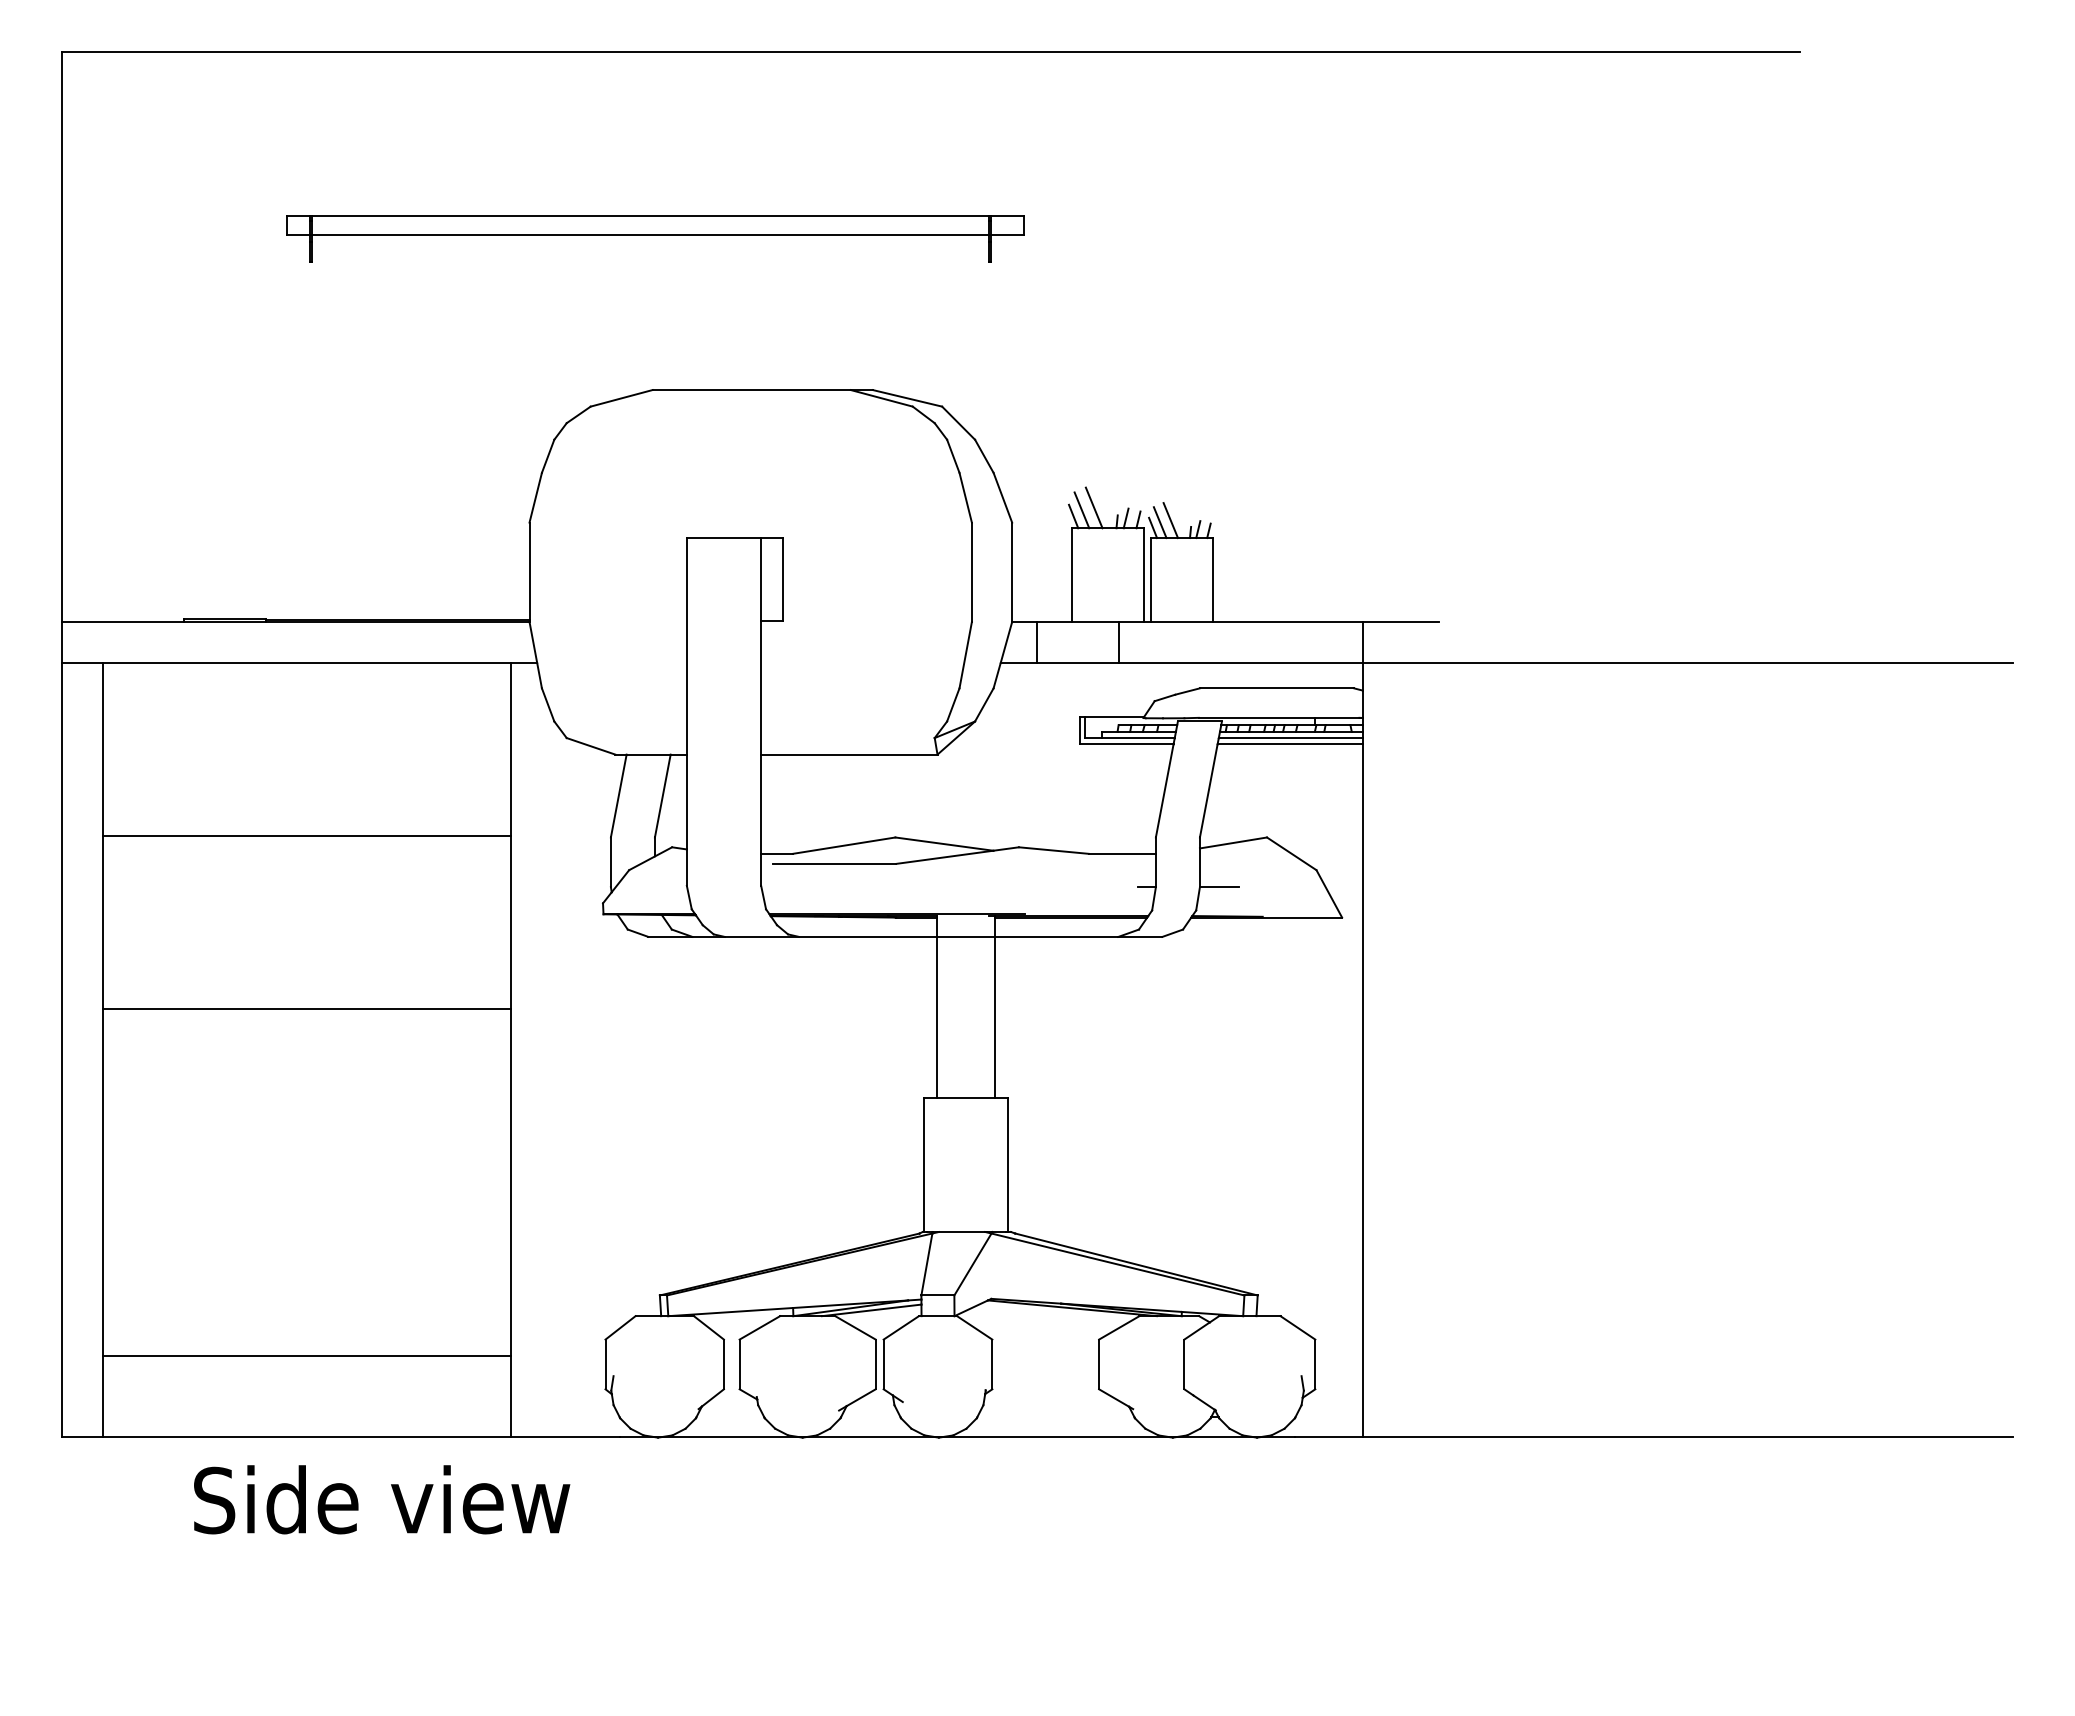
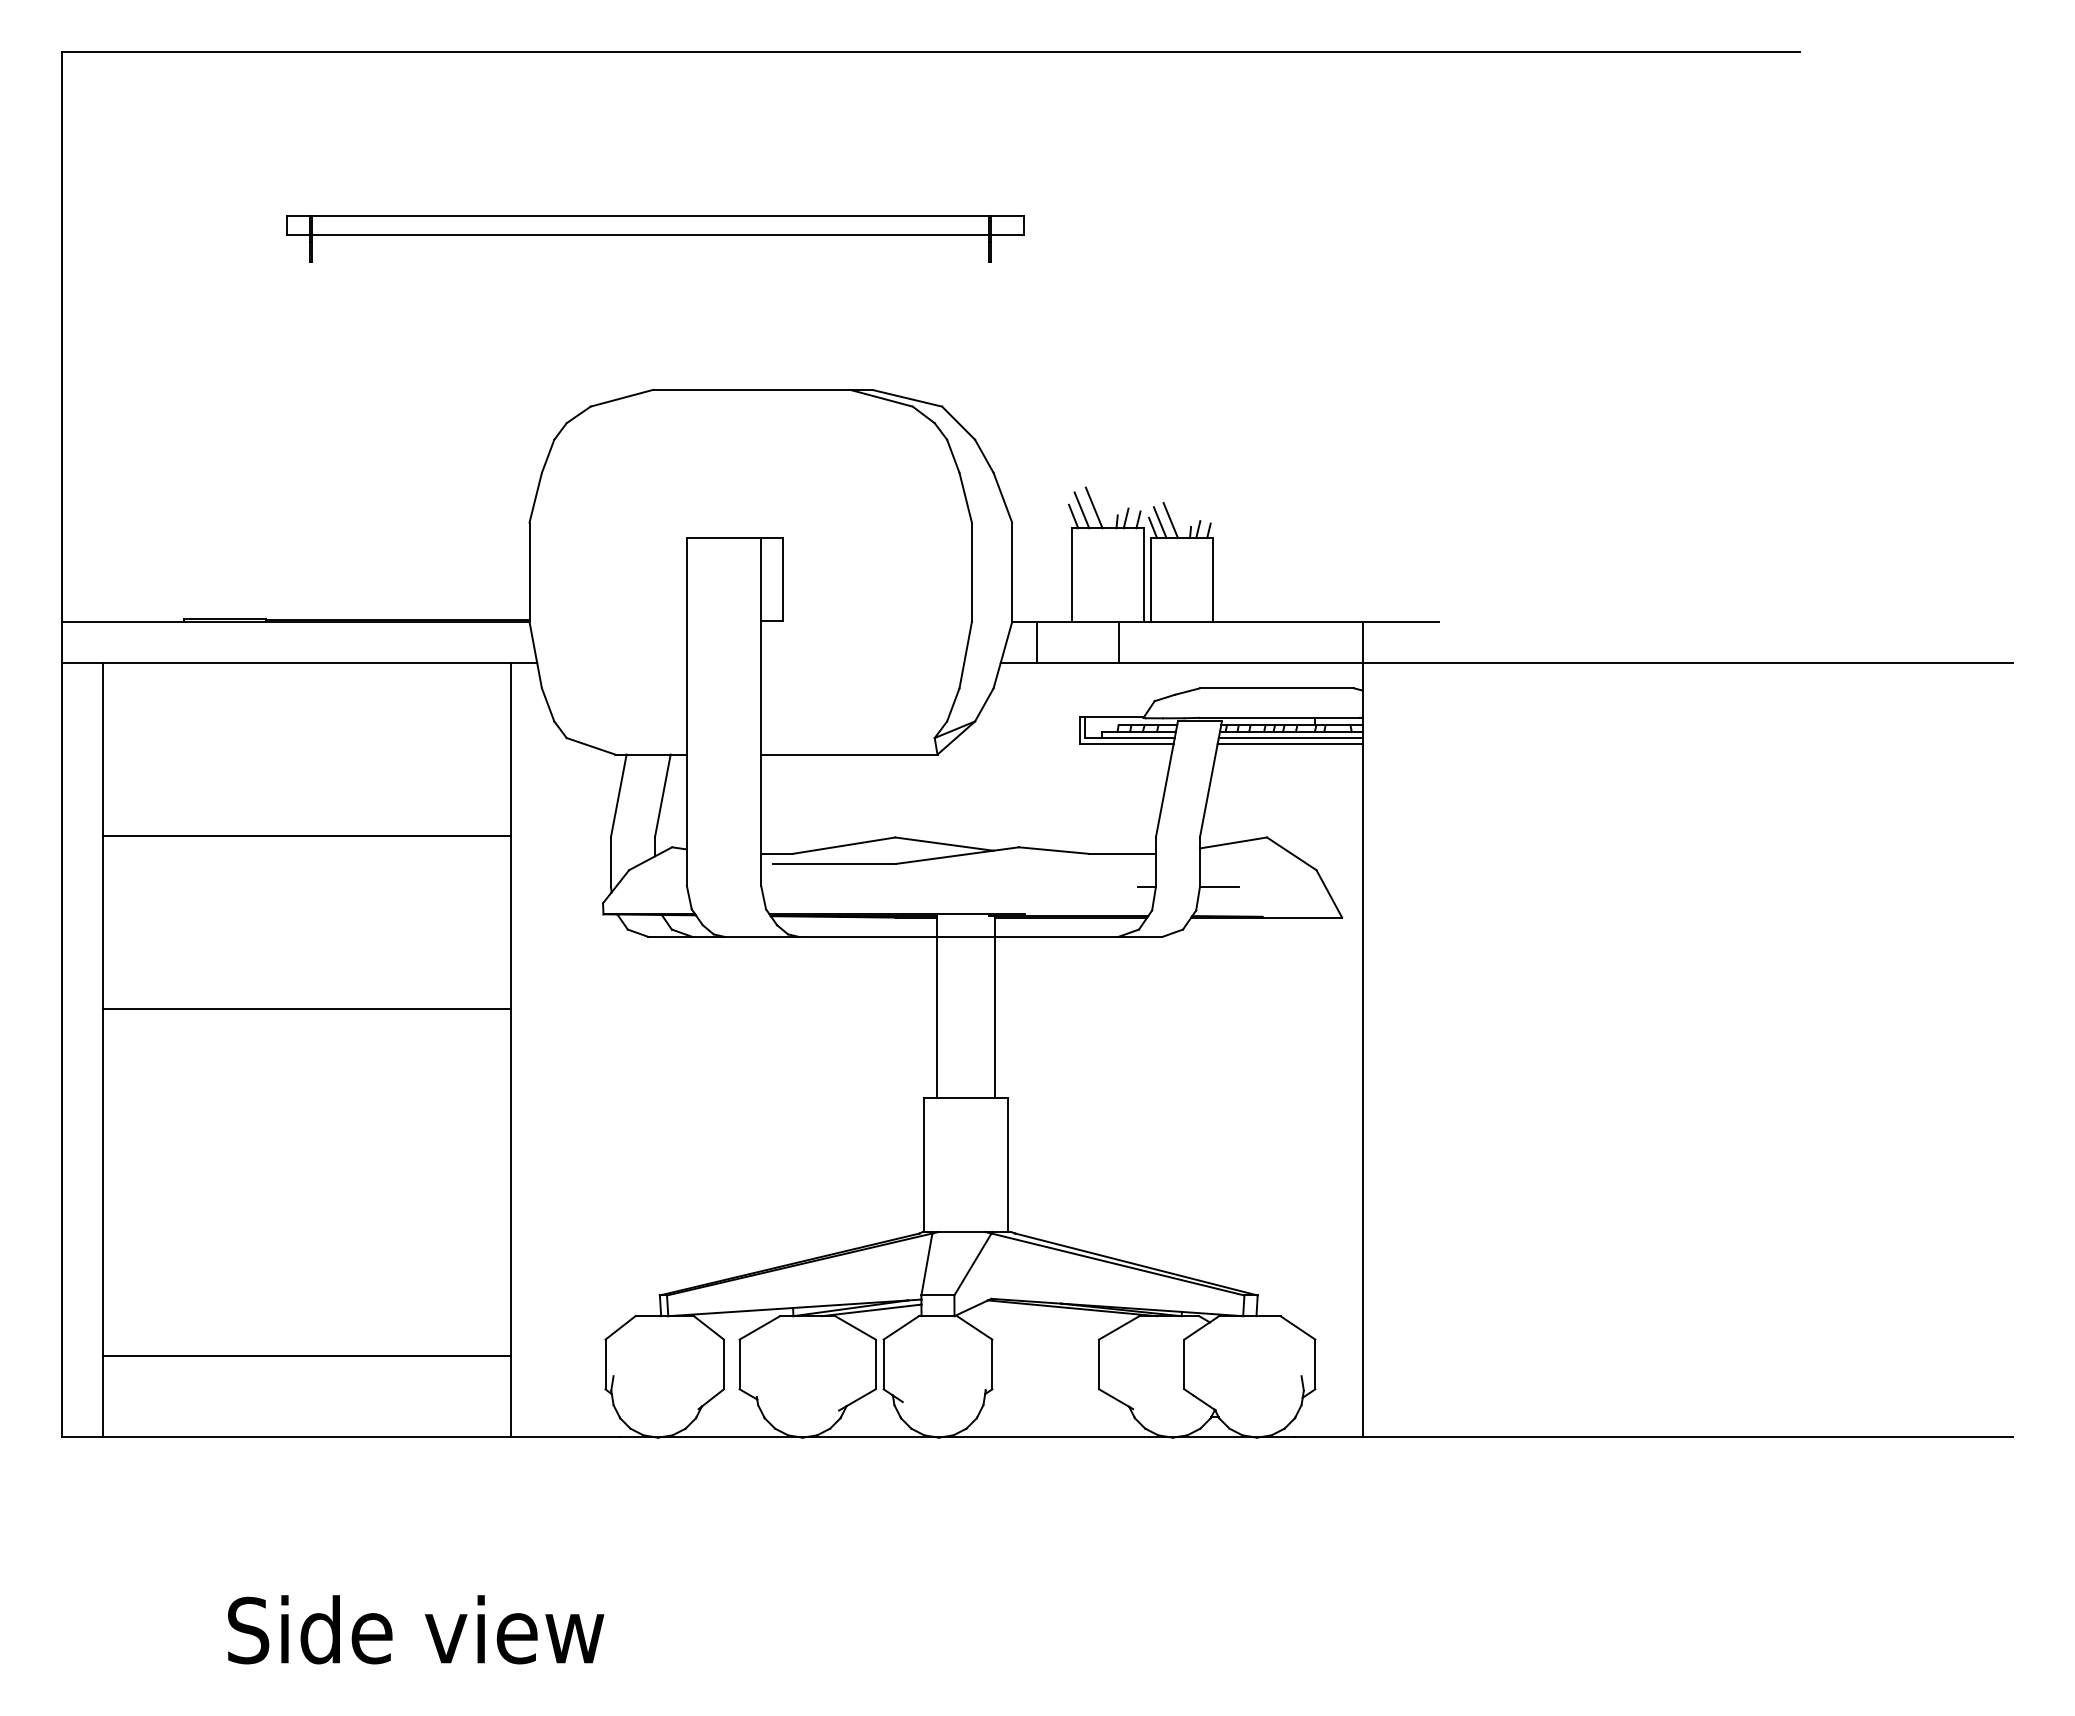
text at (382, 1499) position: (382, 1499) -> (416, 1629)
